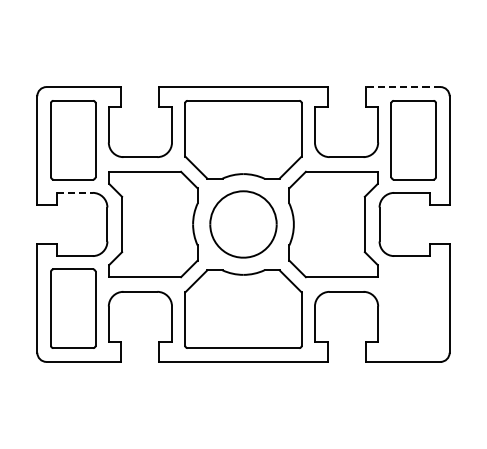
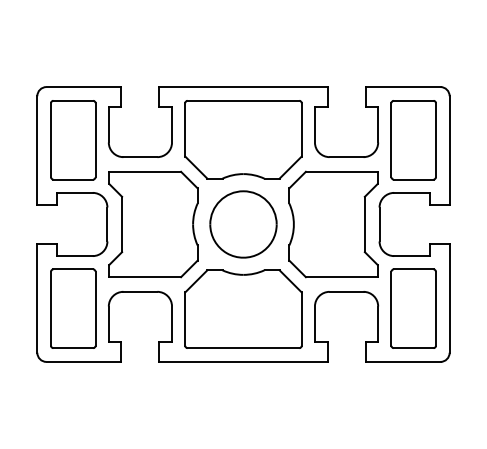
line at (402, 87): dashed -> solid
line at (74, 192): dashed -> solid
part at (413, 308): none -> present
